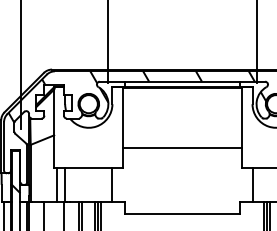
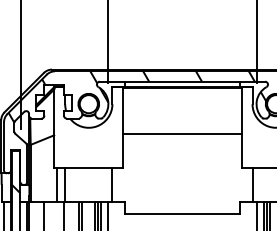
line at (182, 148) position: (182, 148) -> (182, 134)
line at (108, 214): none -> present
line at (256, 214): none -> present
